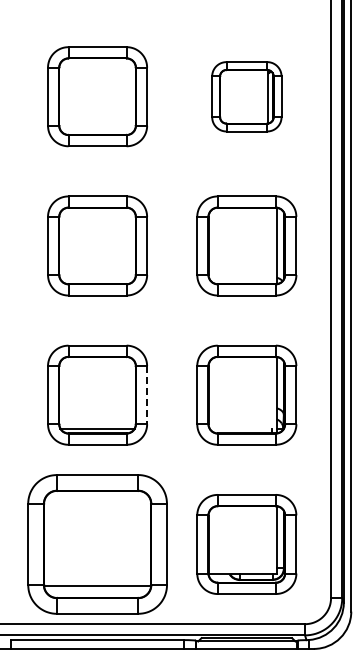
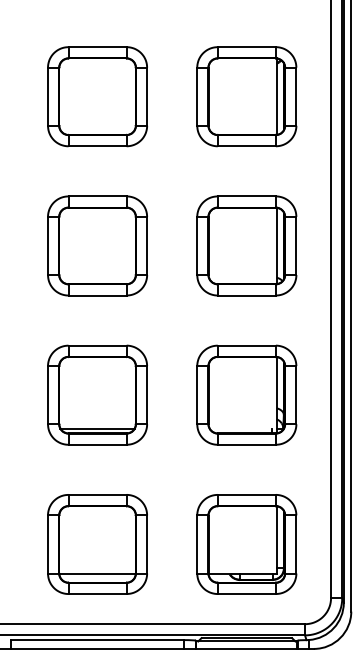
part at (246, 96) size: 72x72 px -> 102x102 px
line at (147, 395): dashed -> solid
part at (97, 544) size: 141x141 px -> 101x101 px
